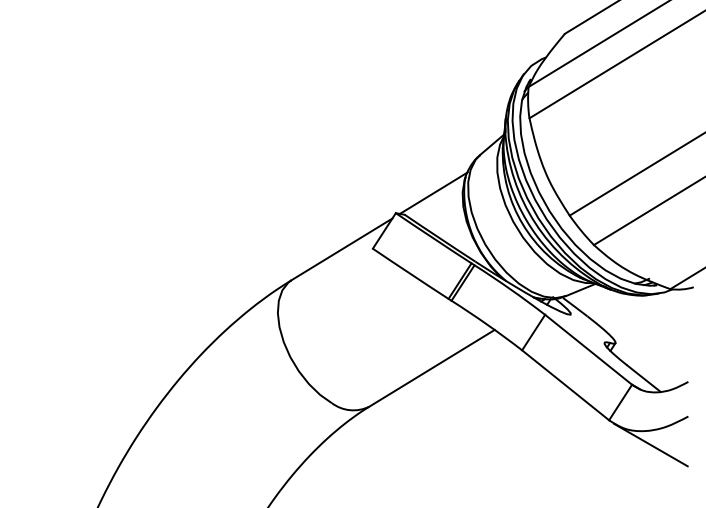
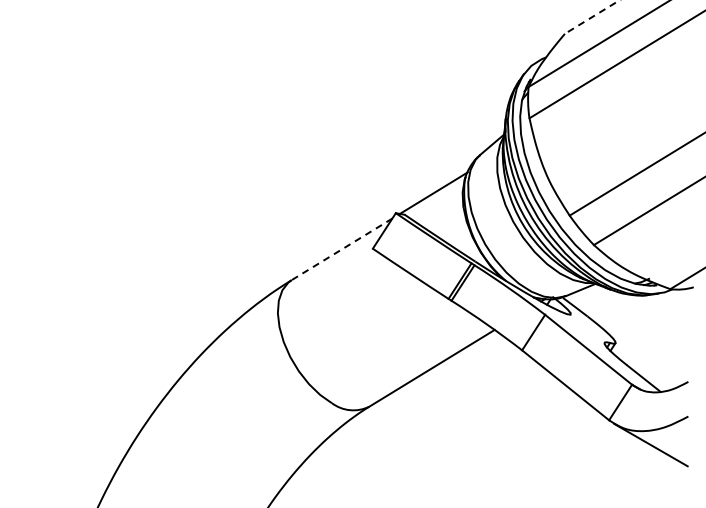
line at (592, 17): solid -> dashed
line at (341, 249): solid -> dashed
